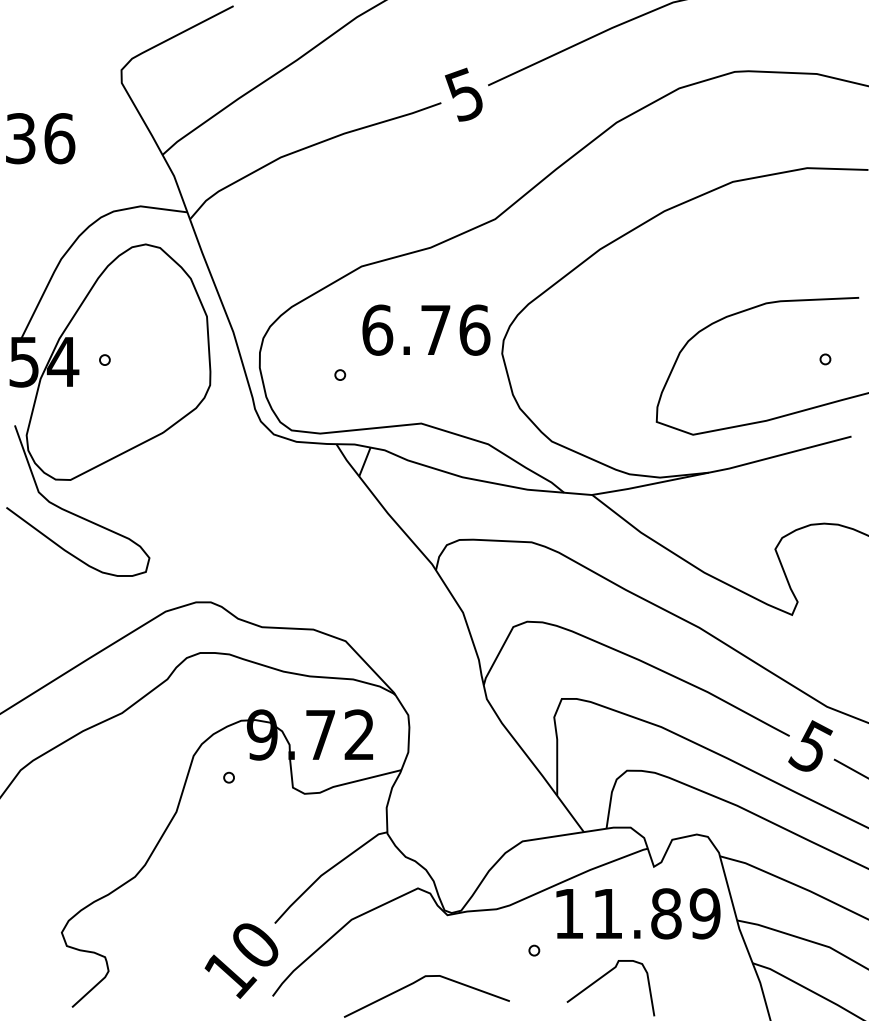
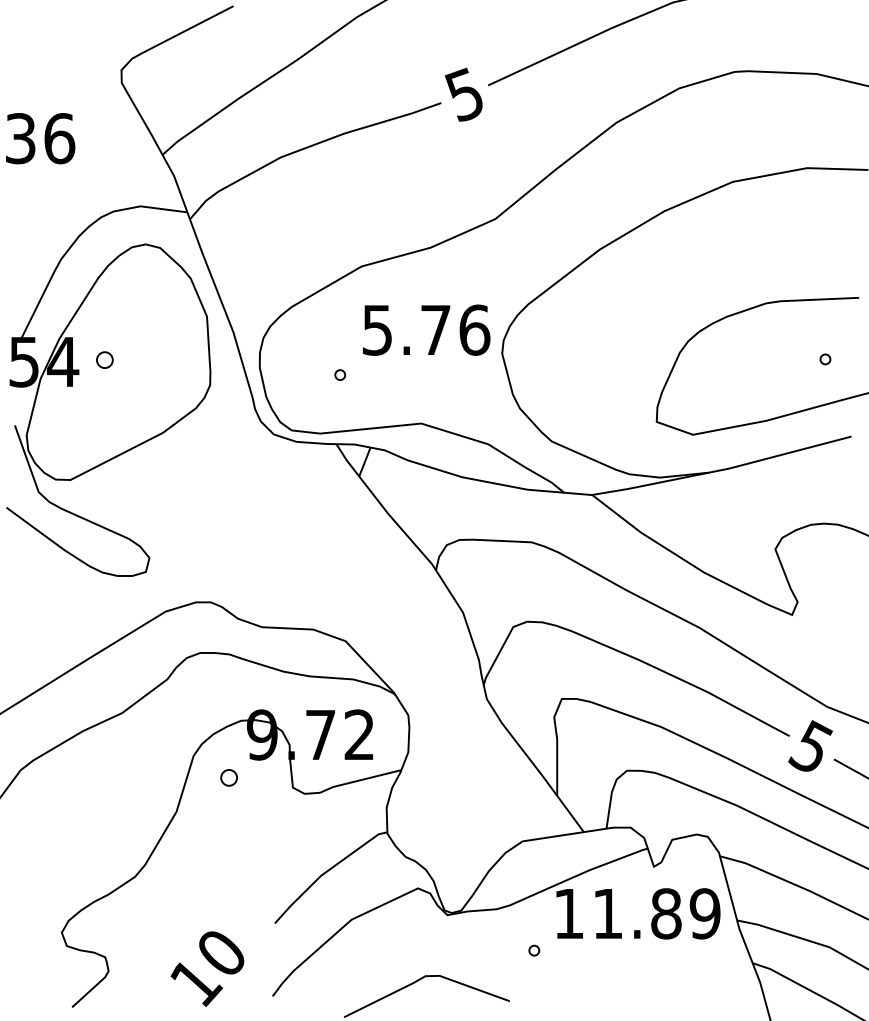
text at (377, 329): 6.76 -> 5.76
part at (104, 359) size: 12x12 px -> 18x18 px
part at (228, 777) size: 12x13 px -> 18x18 px
text at (241, 960) position: (241, 960) -> (207, 968)
curve at (603, 977): present -> none
